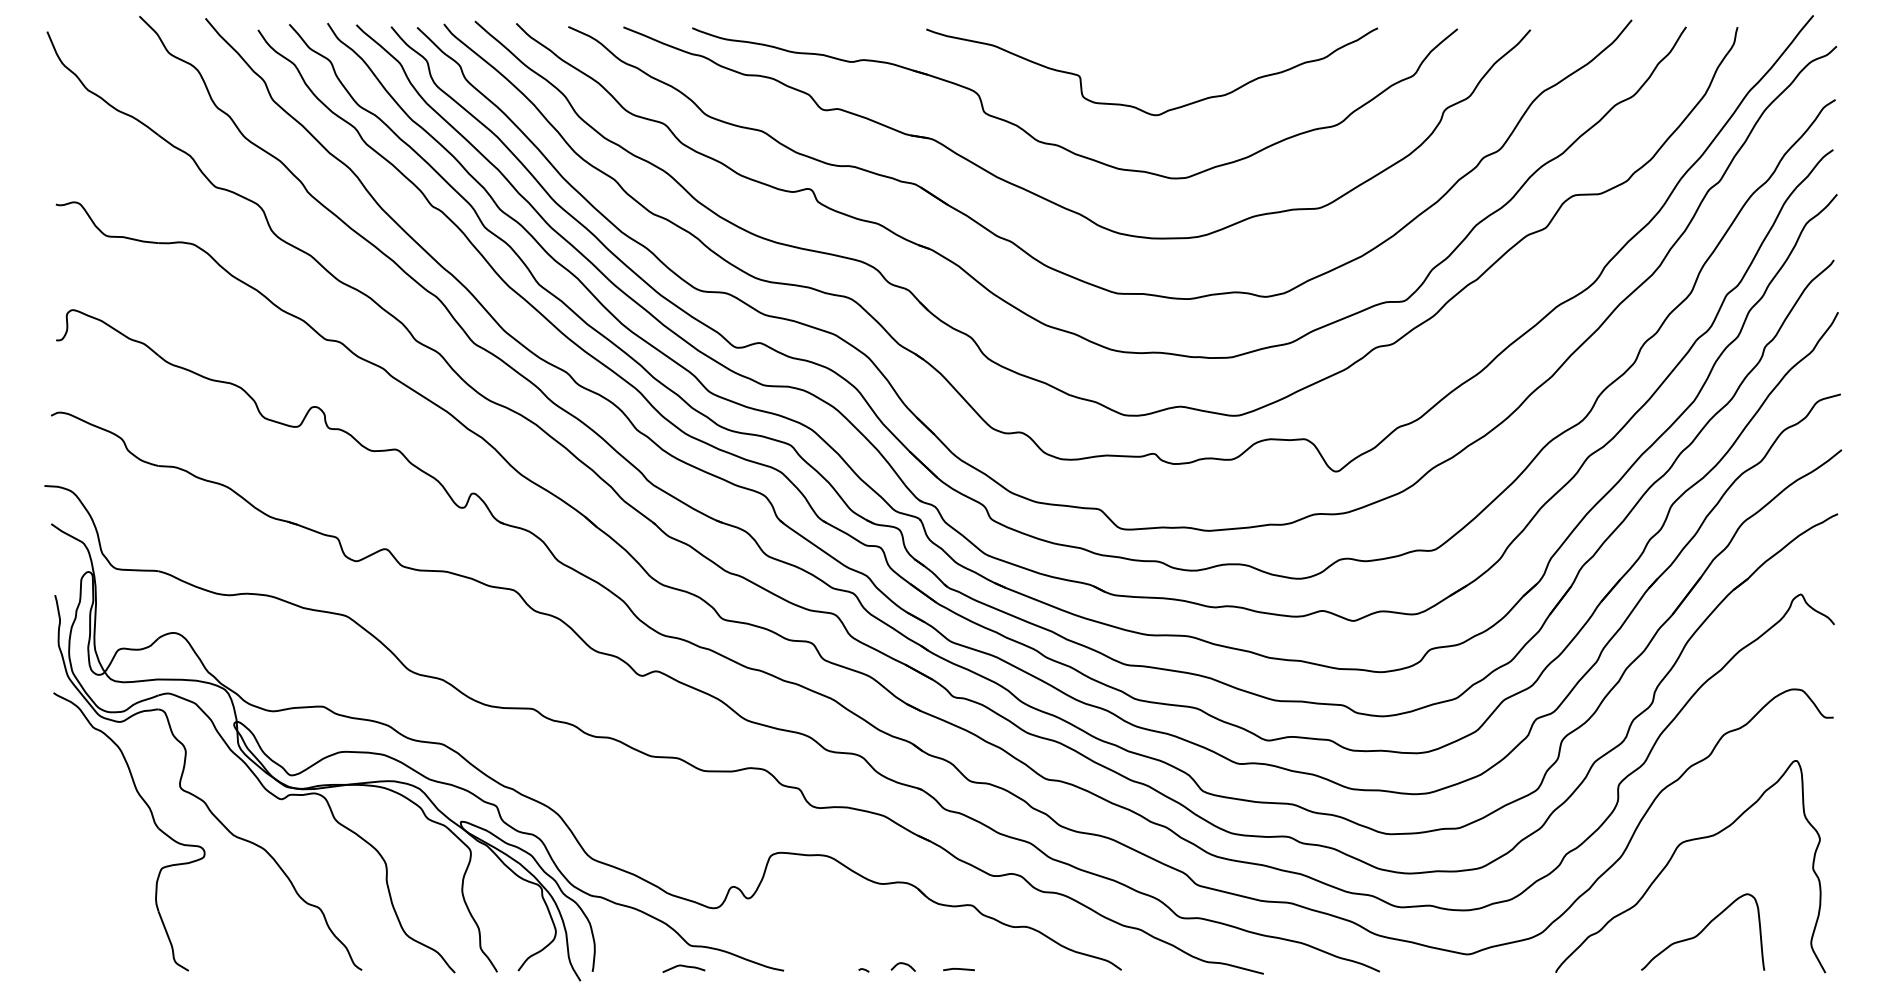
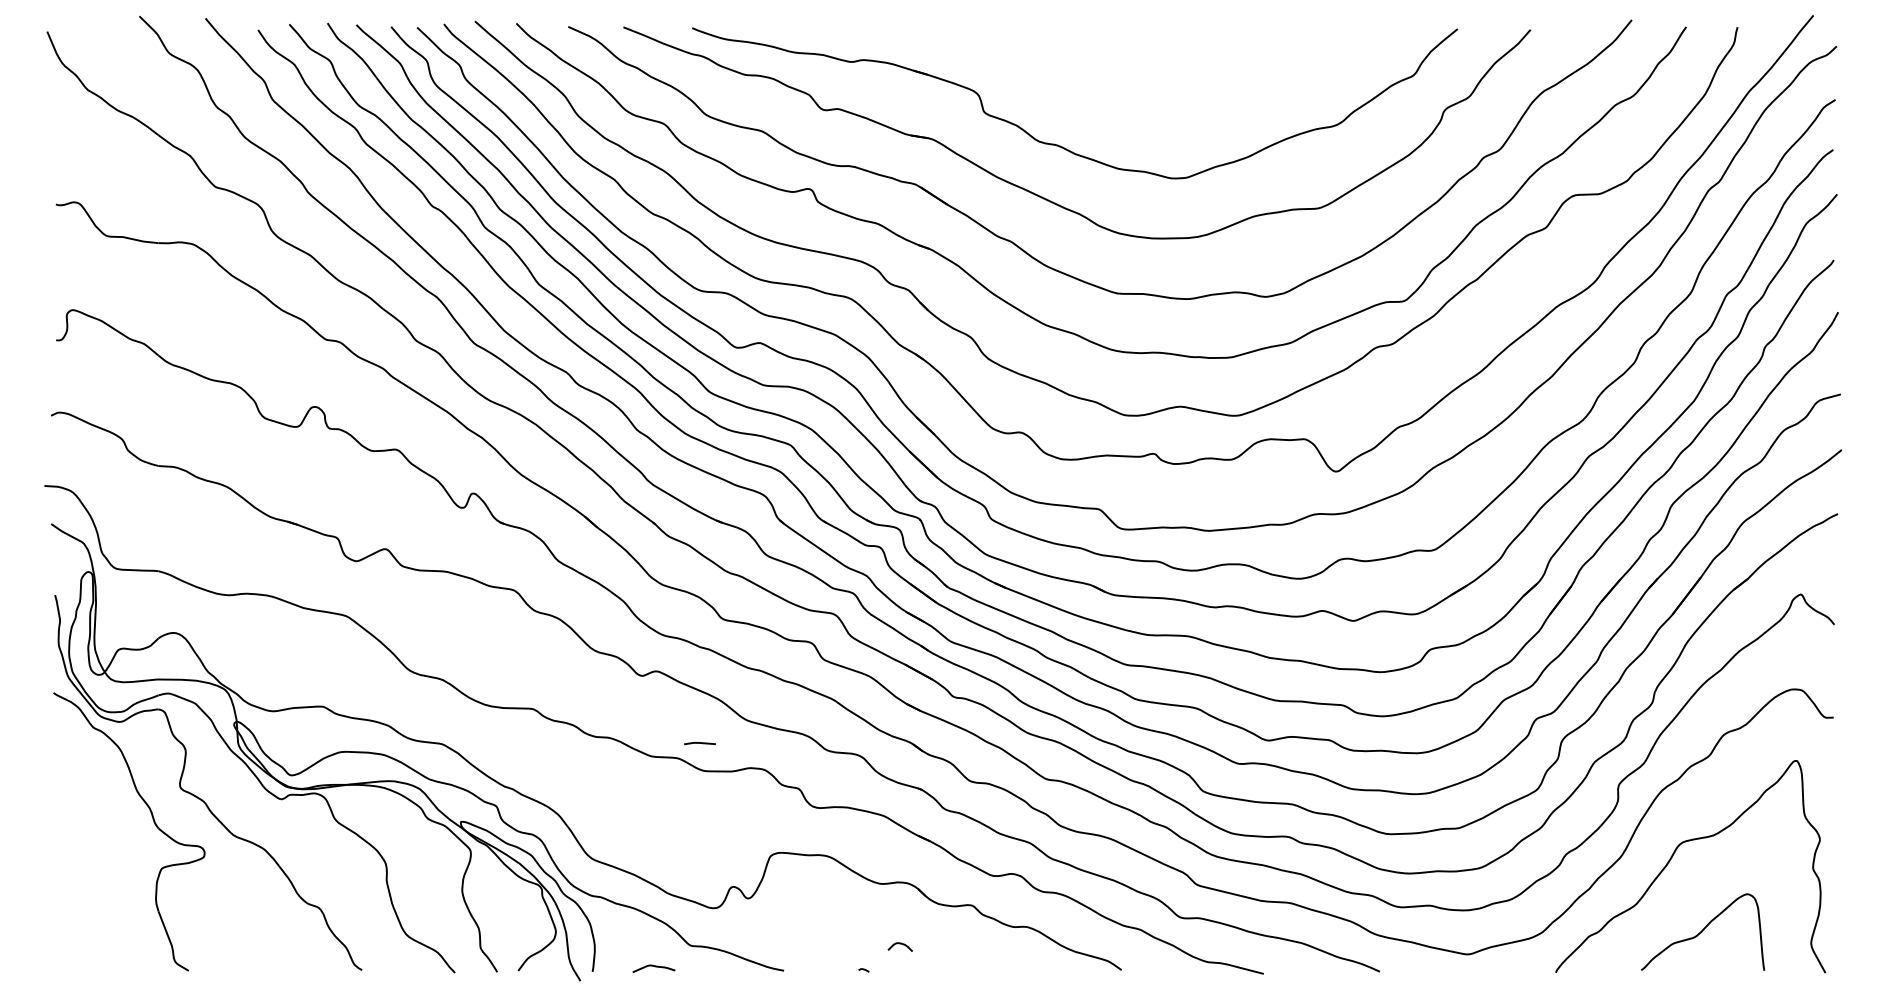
curve at (1135, 106): present -> none
curve at (902, 964) position: (902, 964) -> (899, 944)
curve at (683, 966) position: (683, 966) -> (653, 966)
line at (958, 969) position: (958, 969) -> (699, 743)
